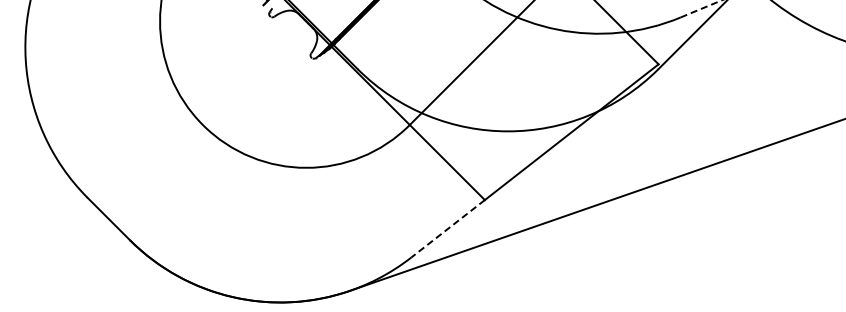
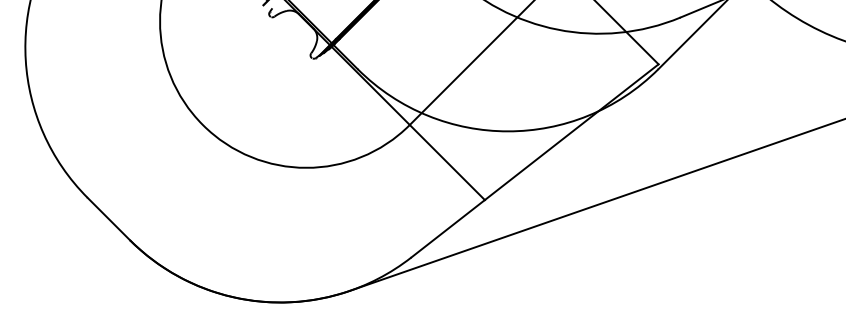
line at (701, 8): dashed -> solid
line at (448, 228): dashed -> solid
